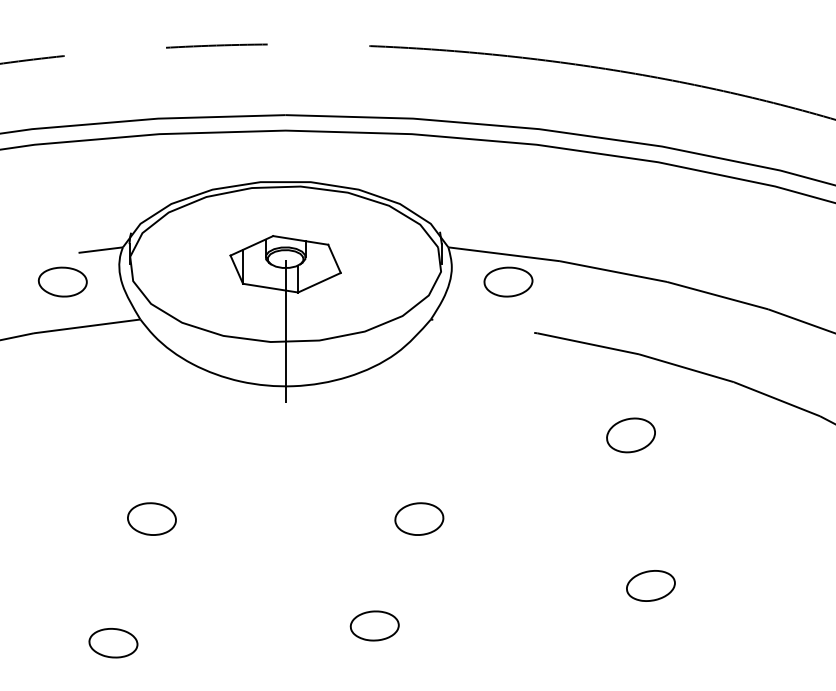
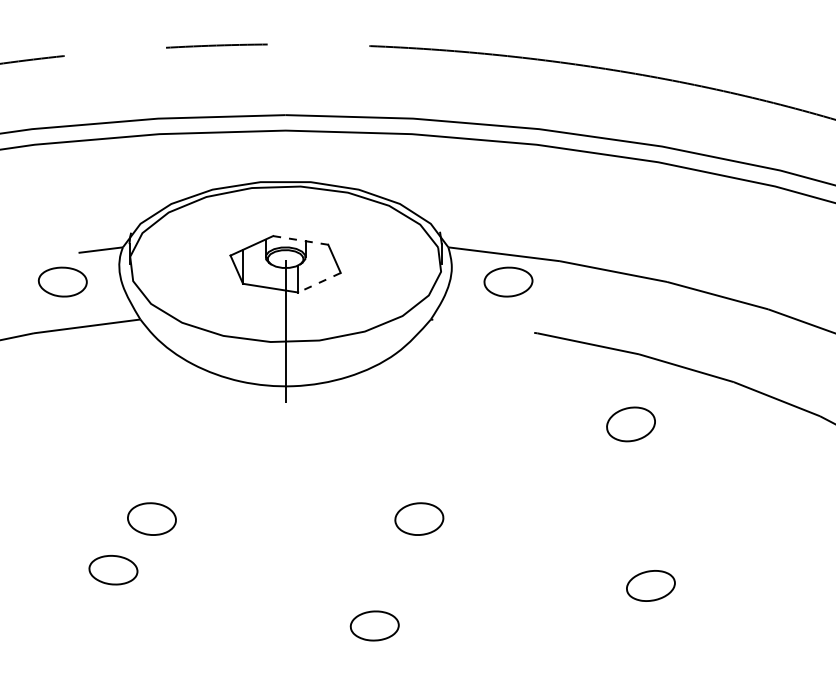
line at (300, 240): solid -> dashed
line at (319, 282): solid -> dashed
part at (630, 435) position: (630, 435) -> (630, 424)
part at (113, 643) position: (113, 643) -> (113, 570)
